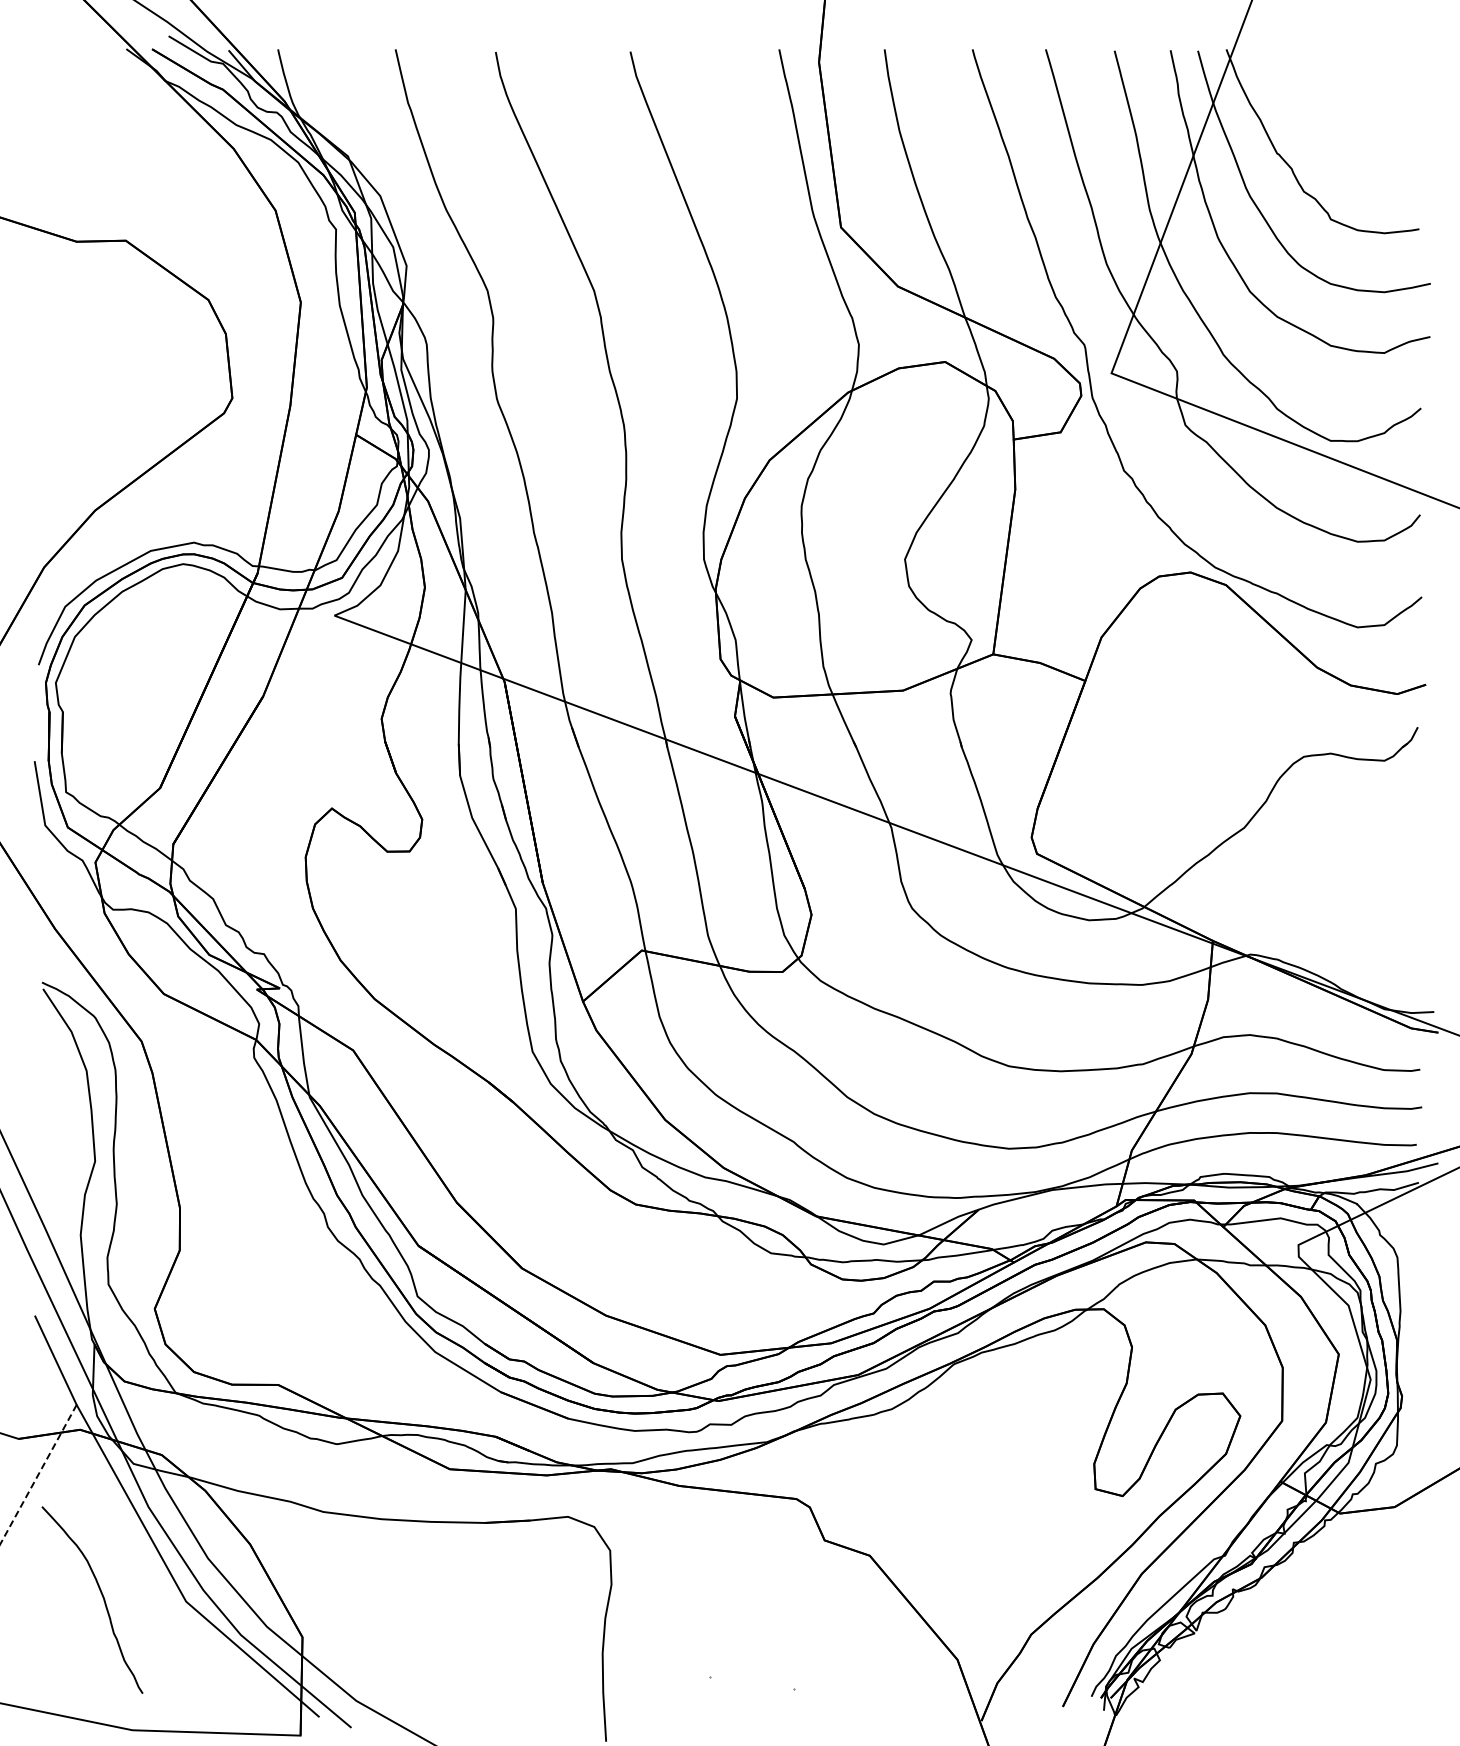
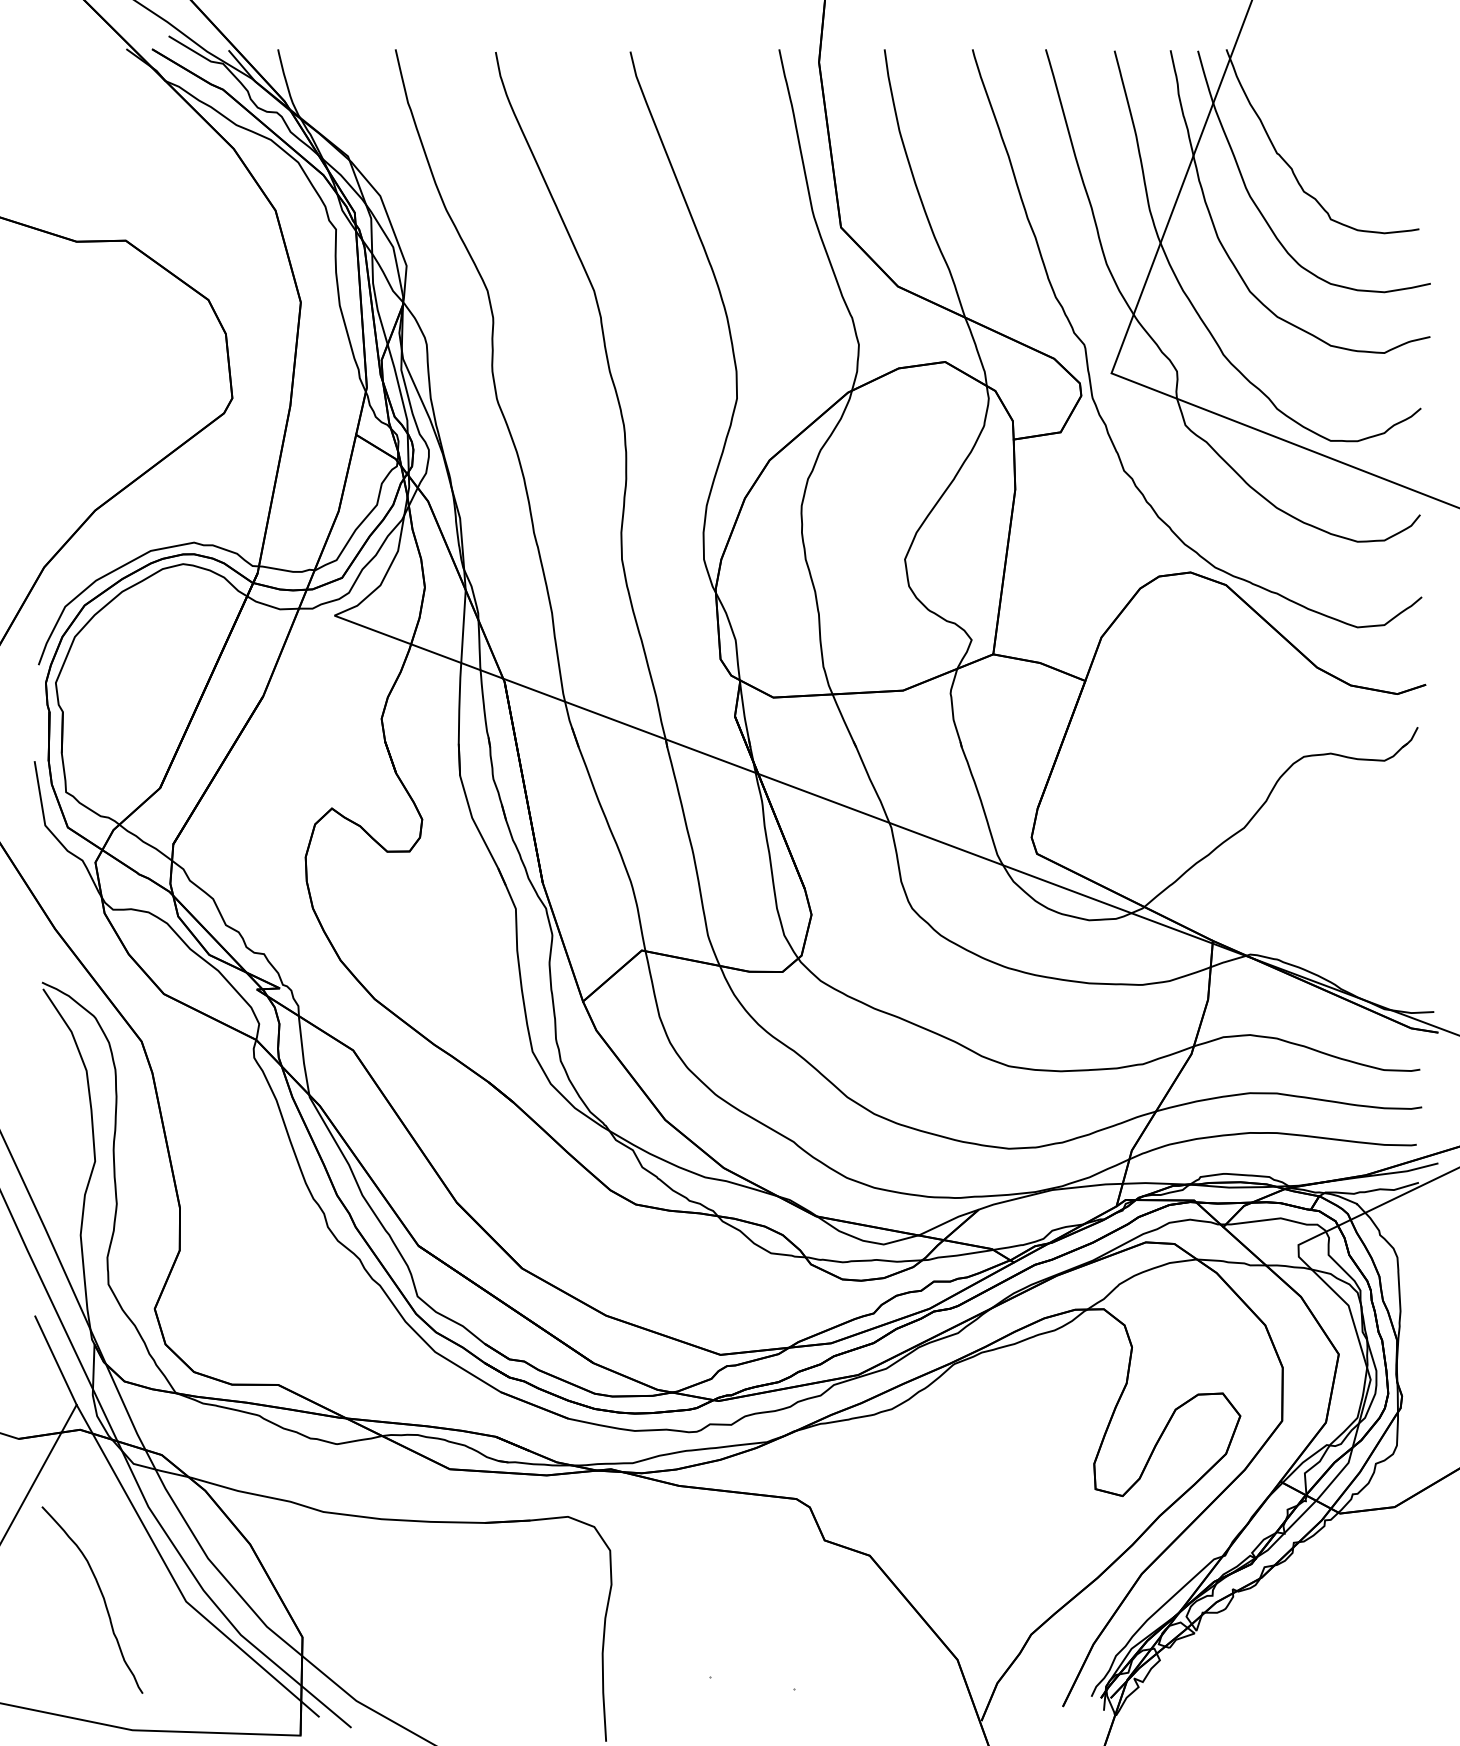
line at (38, 1474): dashed -> solid
